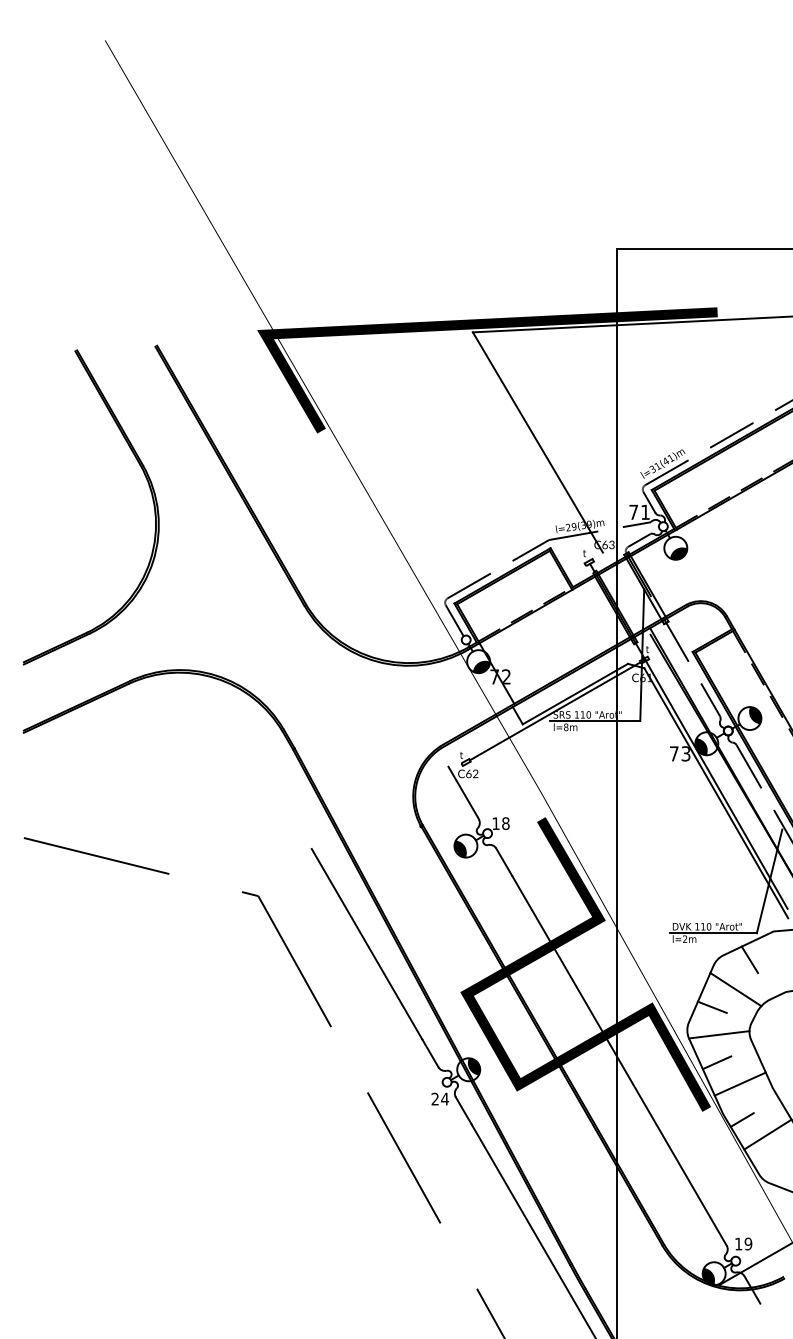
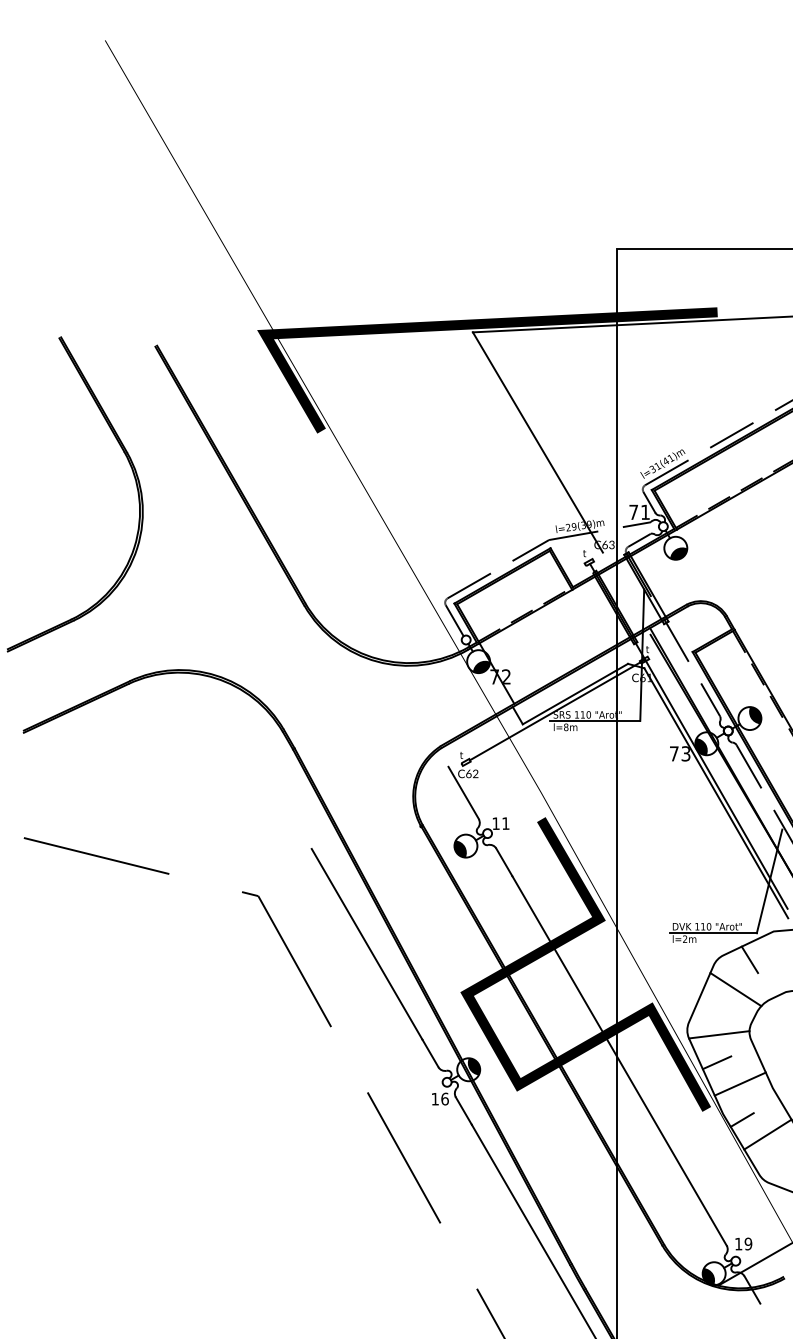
part at (148, 486) position: (148, 486) -> (132, 473)
text at (505, 823): 18 -> 11
line at (711, 1006): present -> none
text at (440, 1098): 24 -> 16
